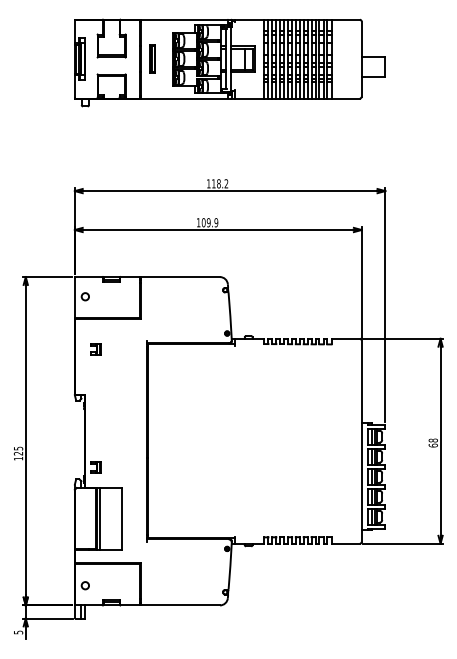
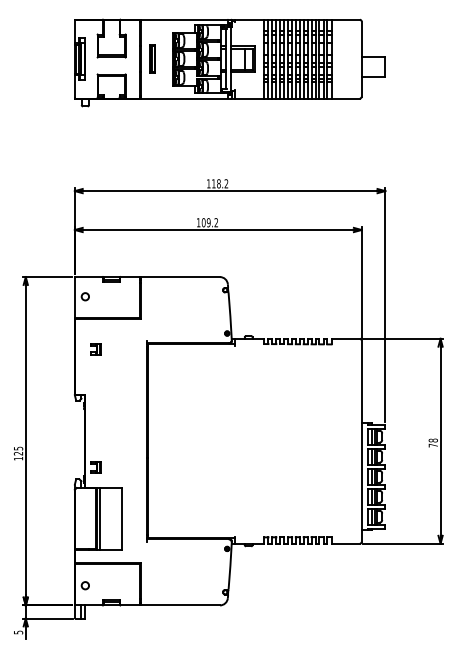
text at (216, 222): 109.9 -> 109.2
text at (432, 445): 68 -> 78
